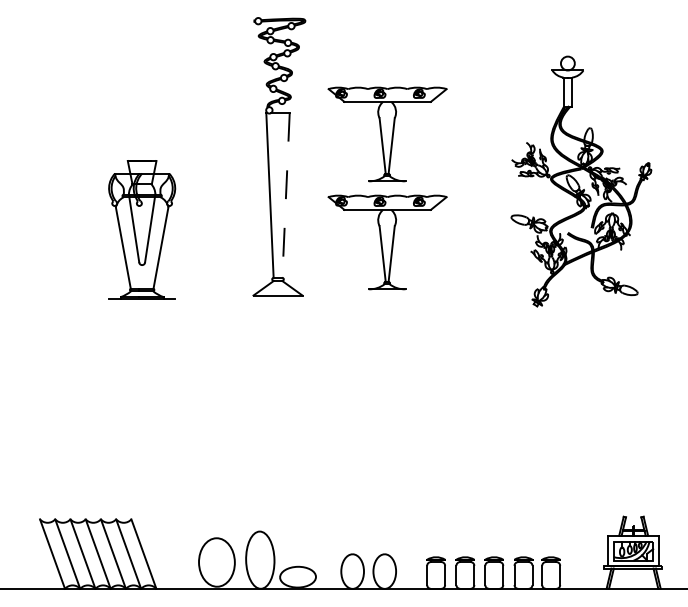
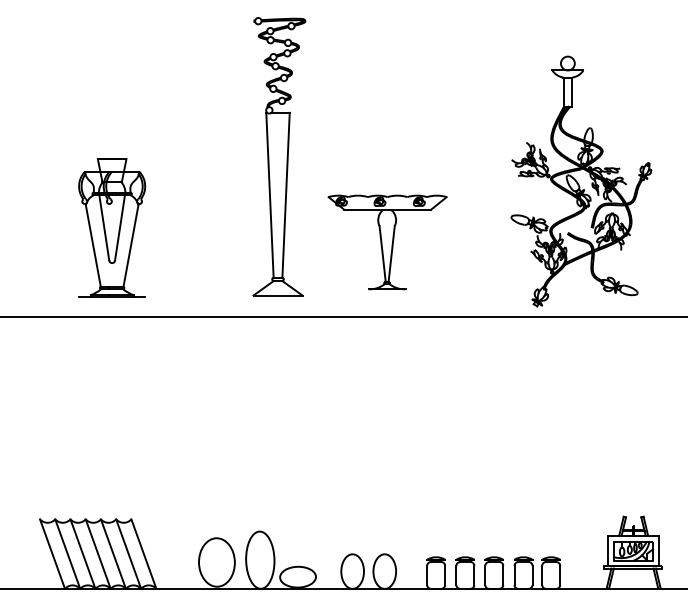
part at (387, 134): present -> none
line at (286, 195): dashed -> solid
part at (142, 229) position: (142, 229) -> (112, 227)
line at (343, 316): none -> present
